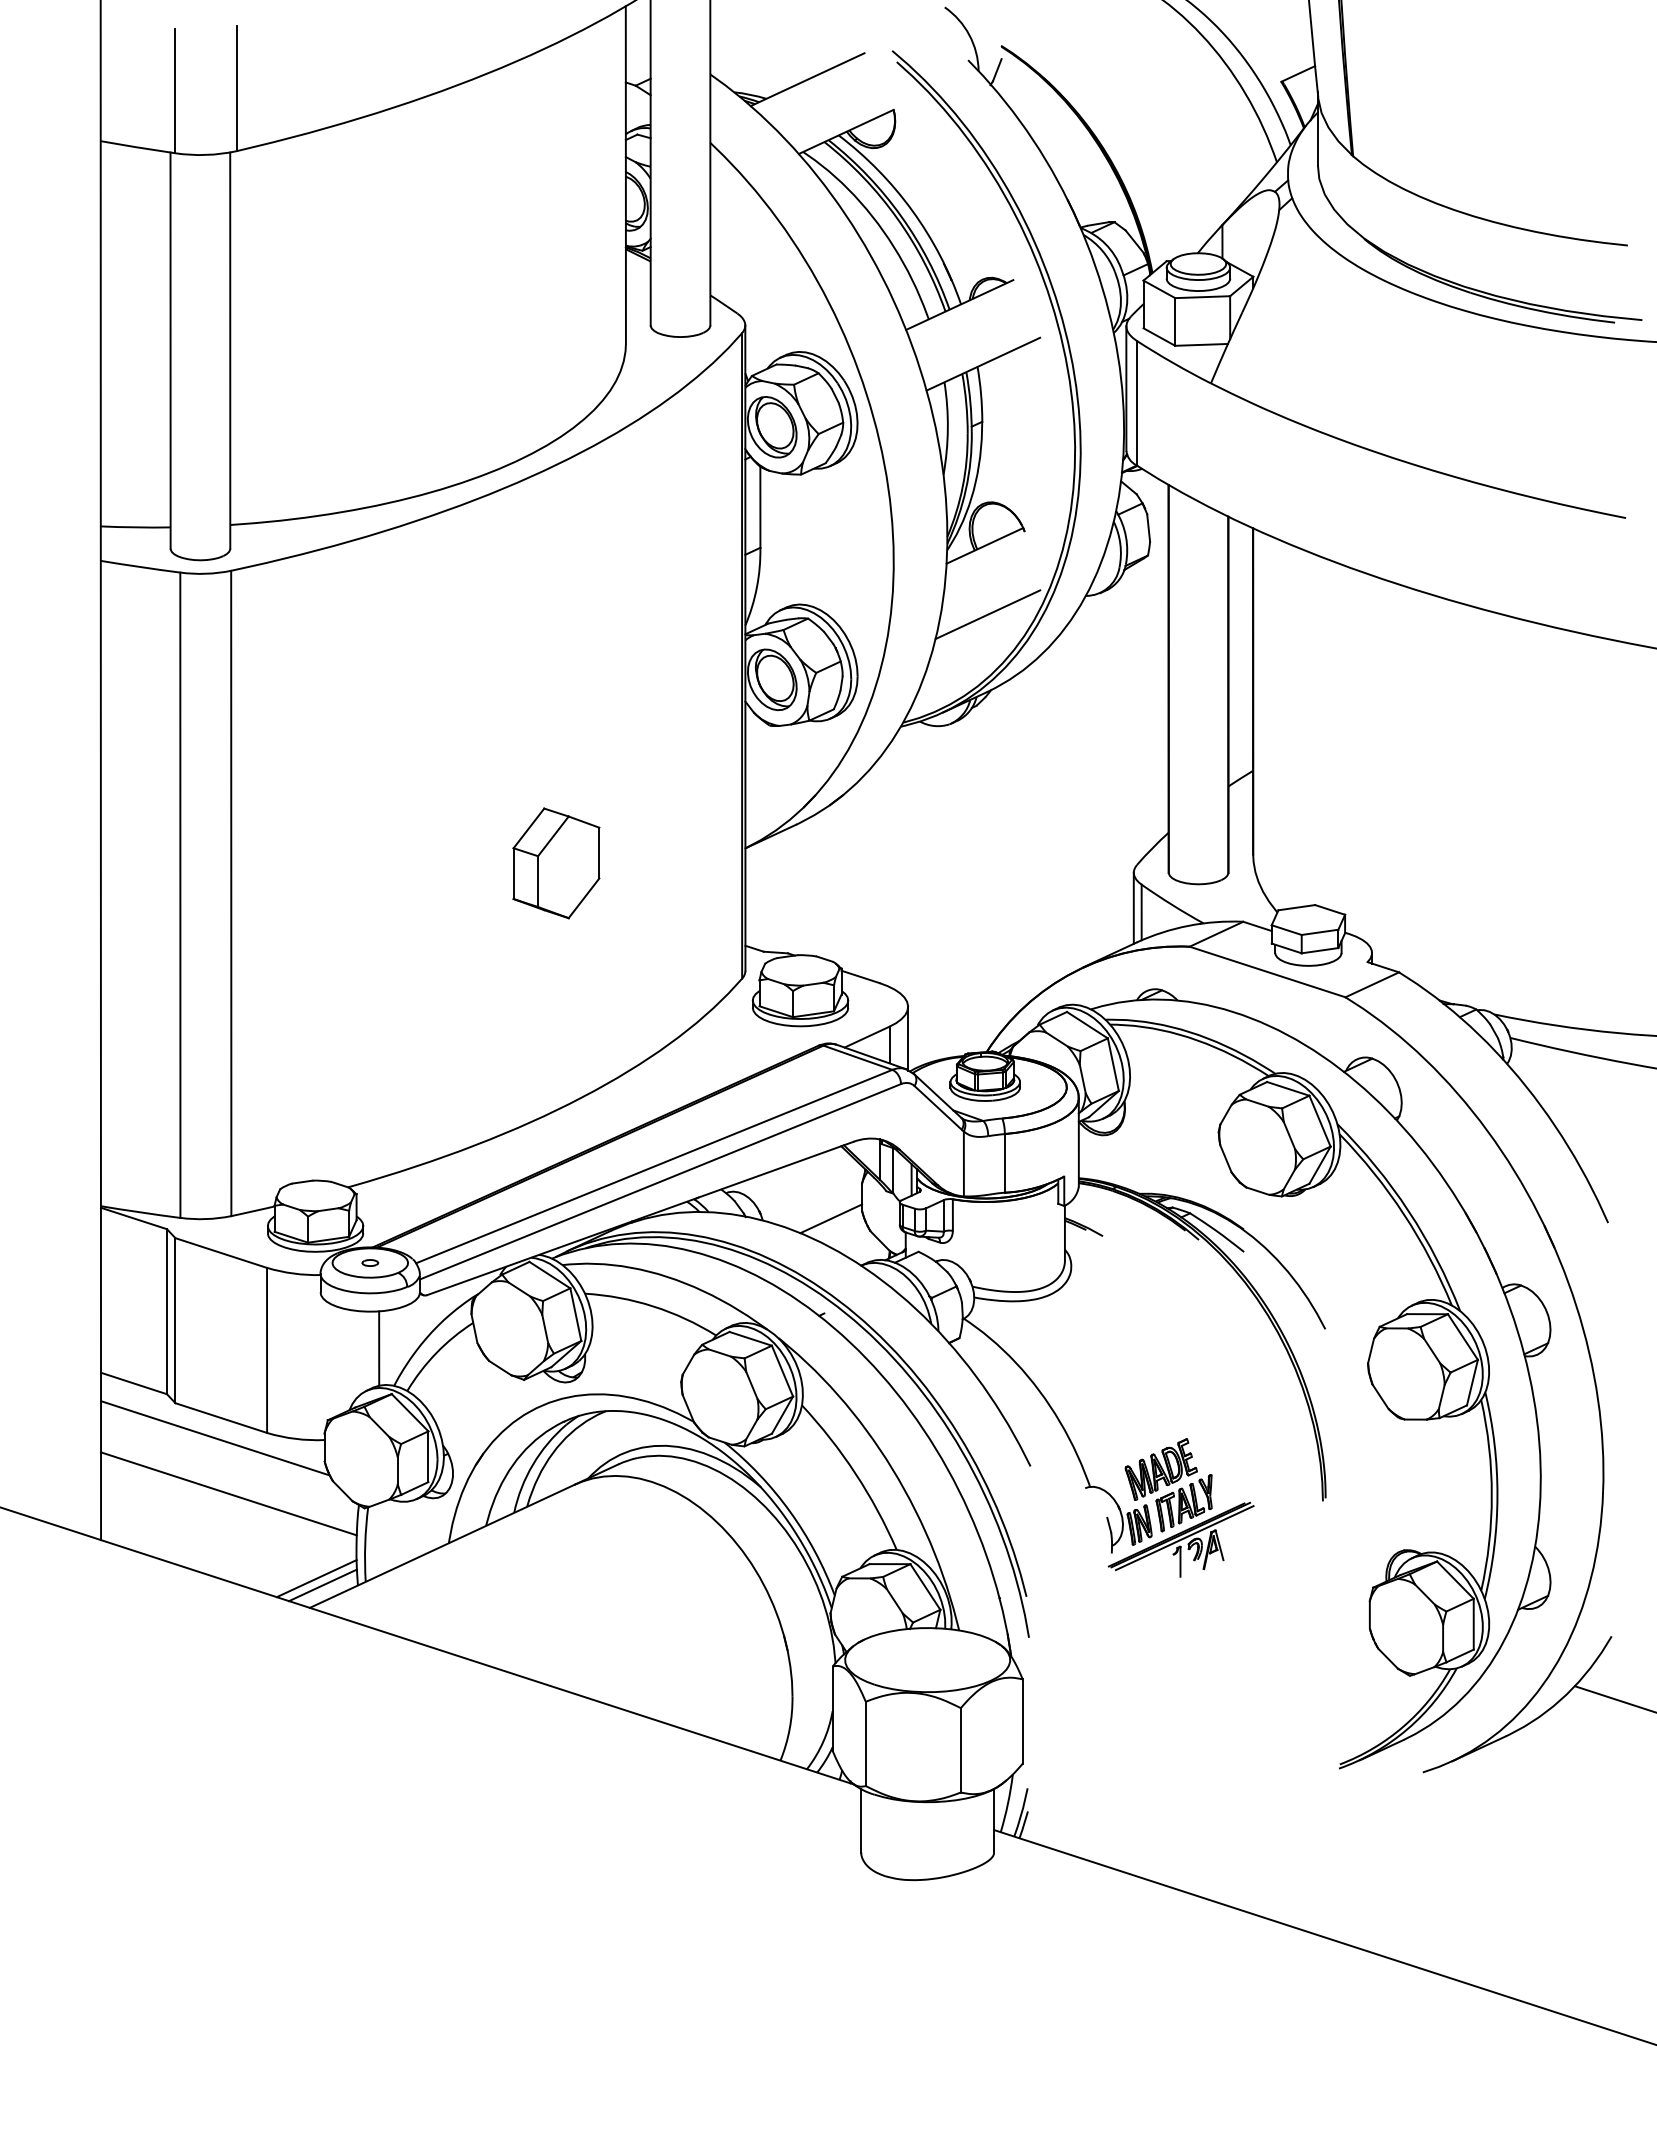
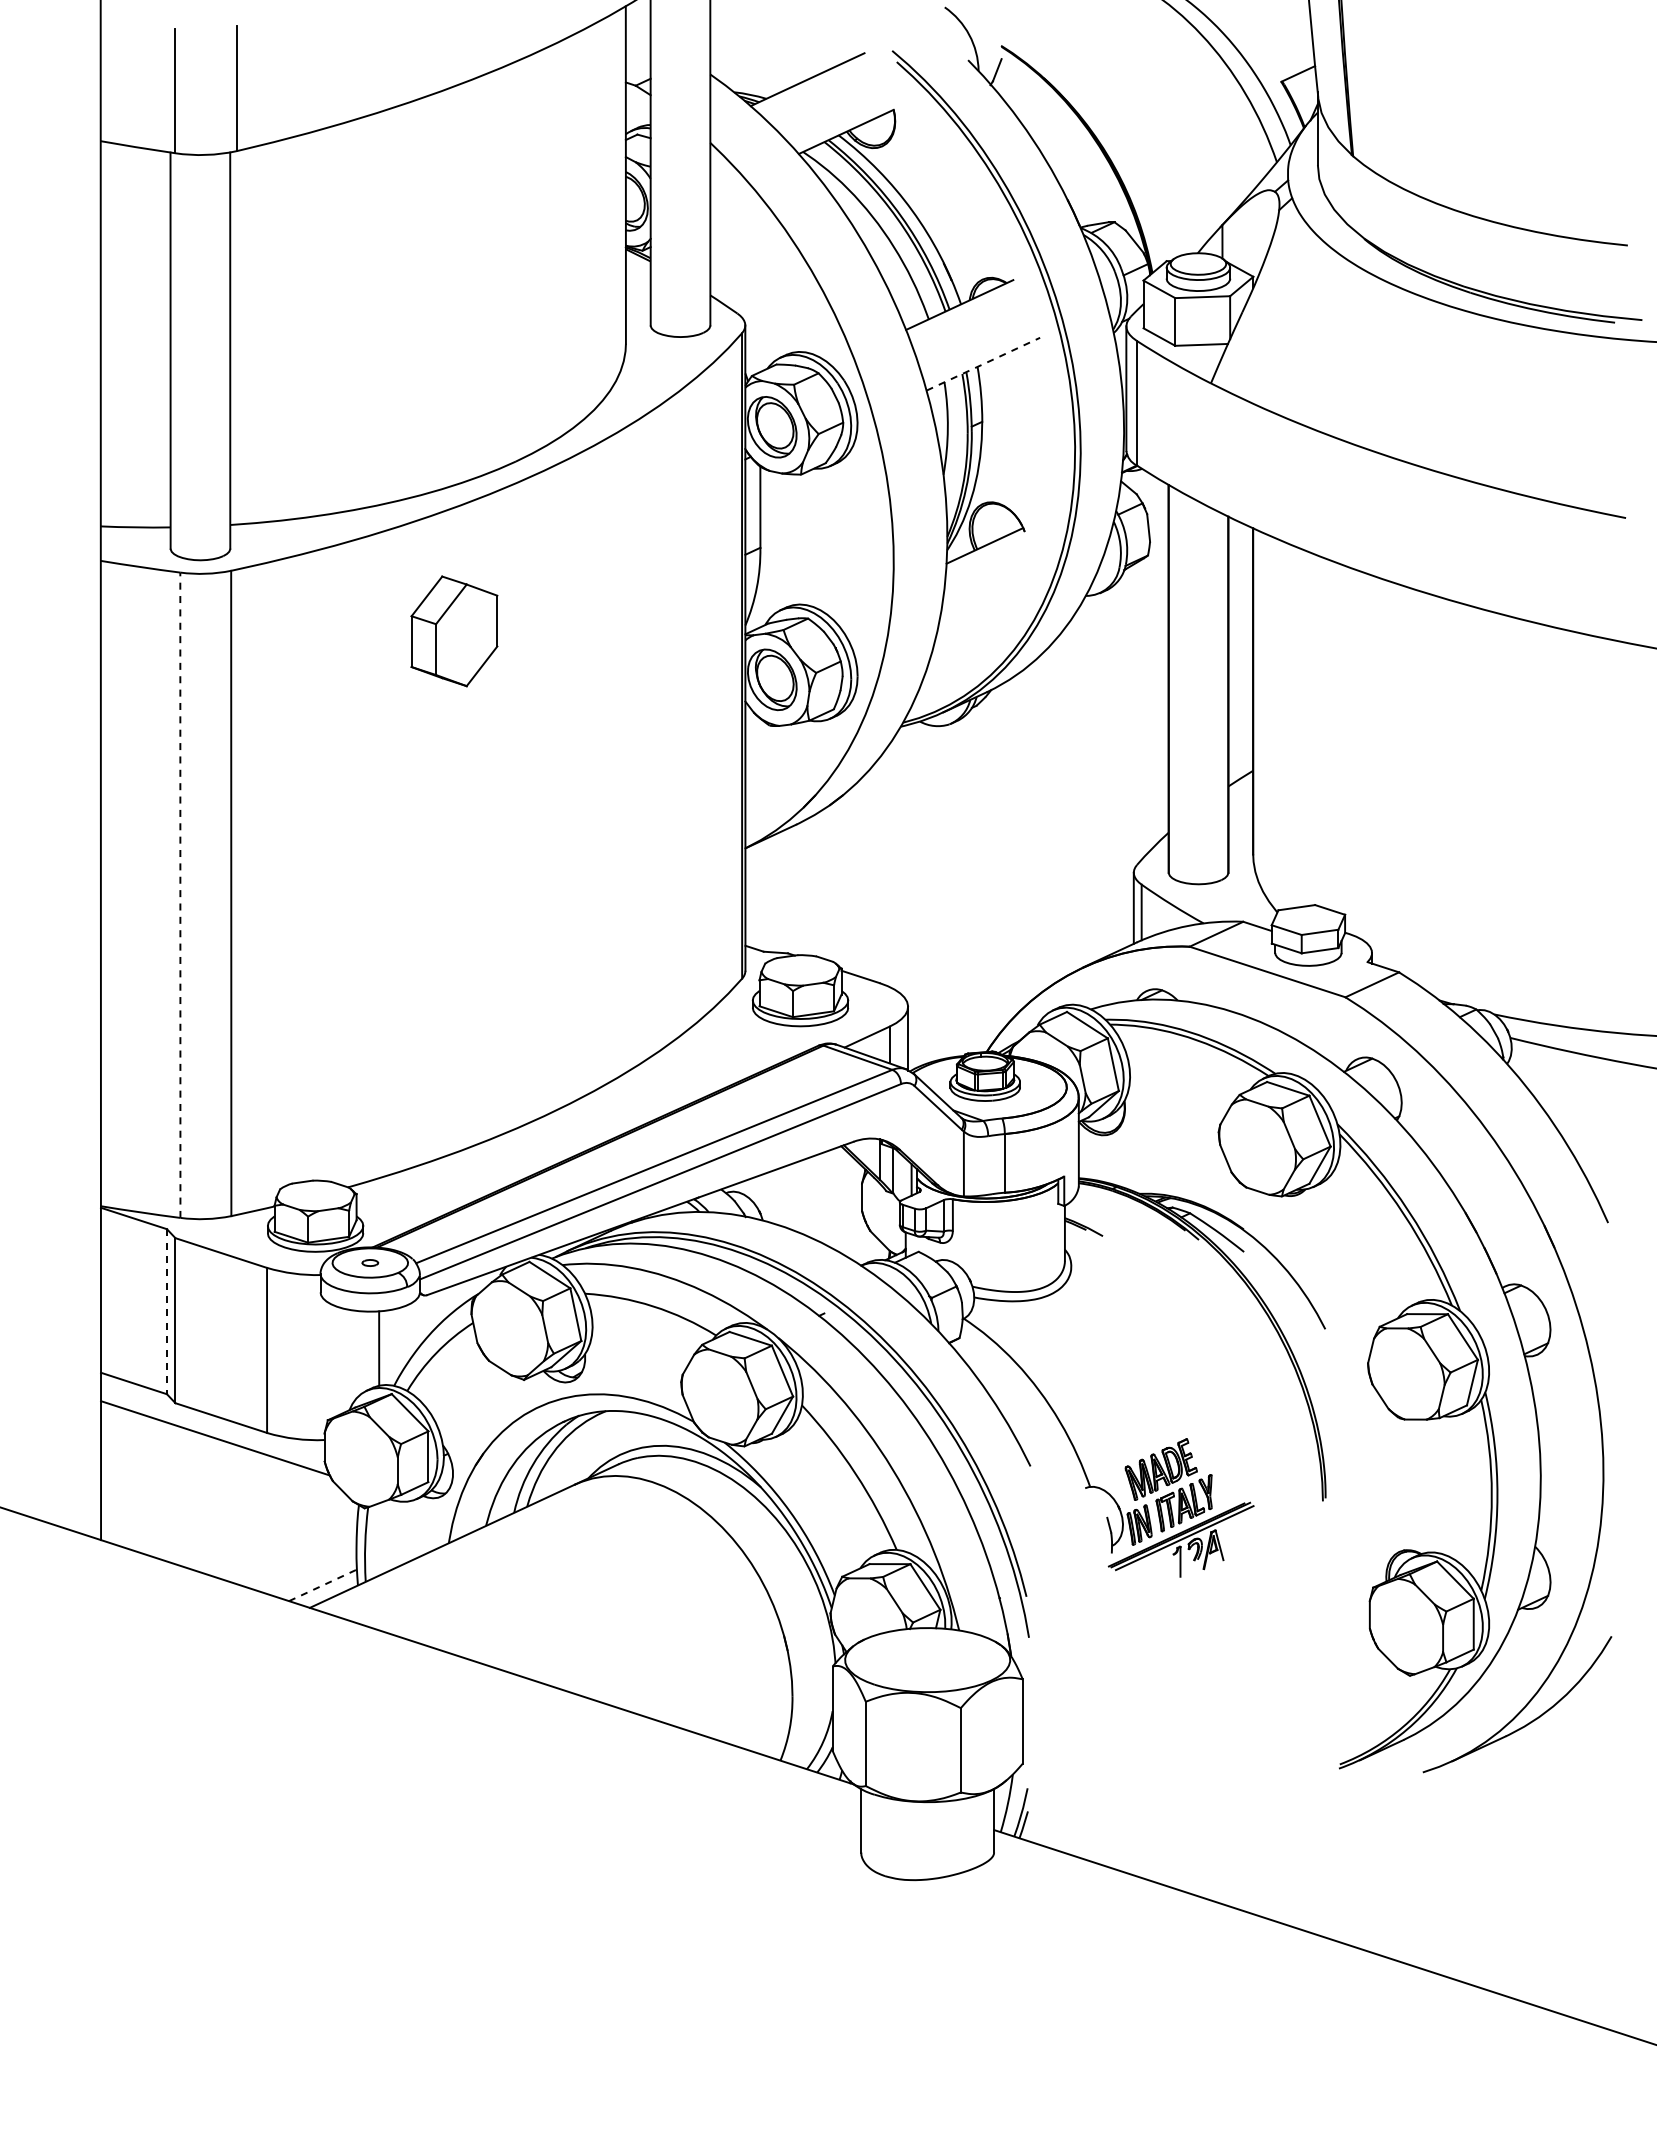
line at (983, 364): solid -> dashed
line at (987, 614): present -> none
part at (556, 863) position: (556, 863) -> (454, 631)
line at (180, 895): solid -> dashed
line at (831, 1218): present -> none
line at (167, 1311): solid -> dashed
line at (228, 1493): present -> none
line at (316, 1578): present -> none
line at (323, 1585): solid -> dashed
line at (1613, 1698): present -> none
